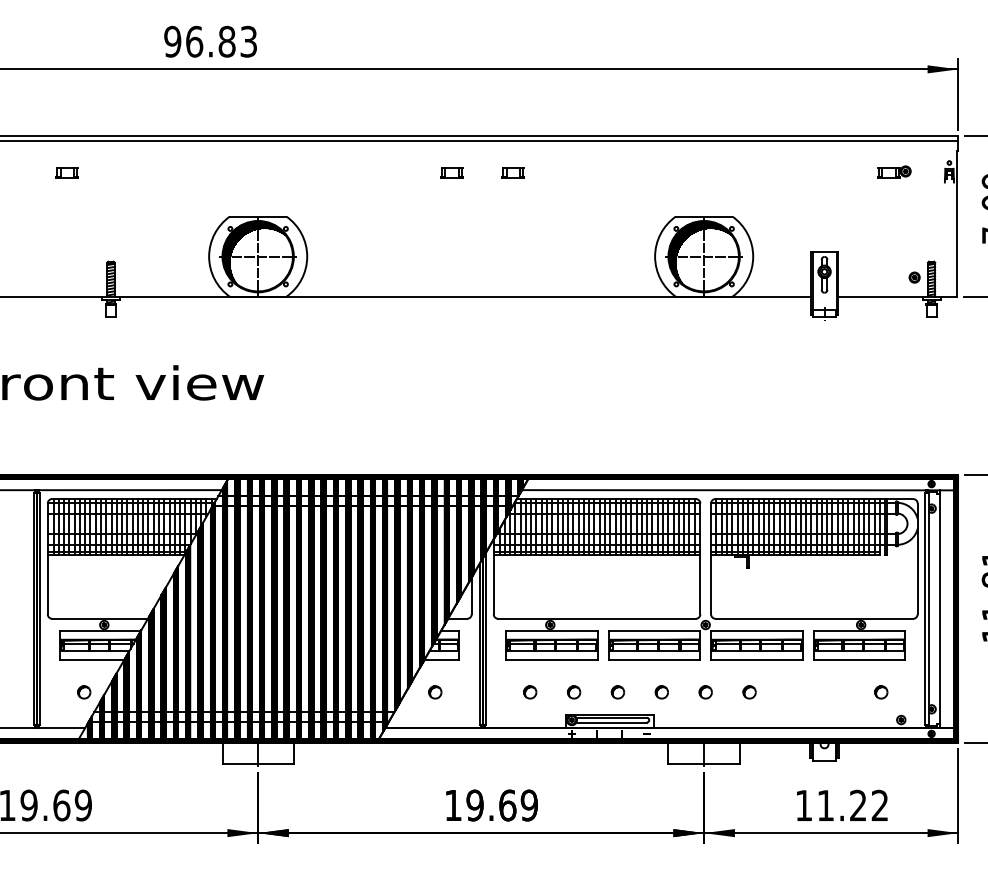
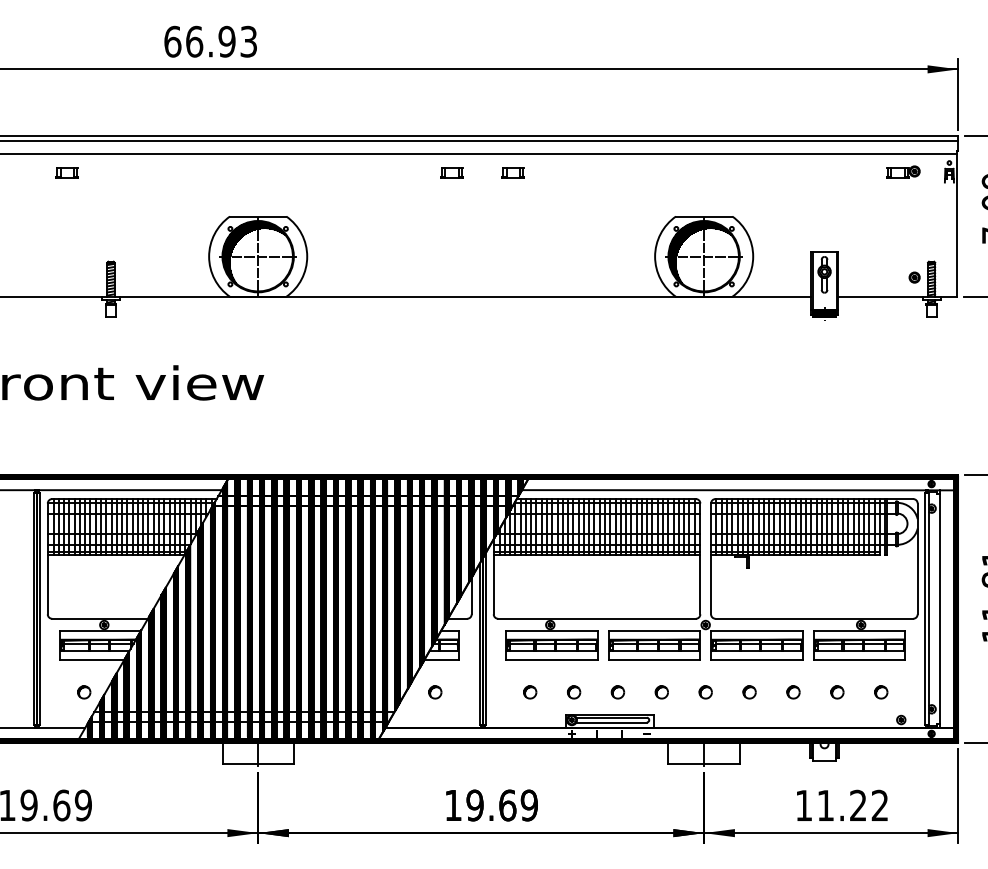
text at (199, 41): 96.83 -> 66.93
line at (479, 154): none -> present
part at (894, 171) position: (894, 171) -> (903, 171)
hatch at (824, 313): none -> present
part at (793, 692): none -> present
part at (837, 692): none -> present
